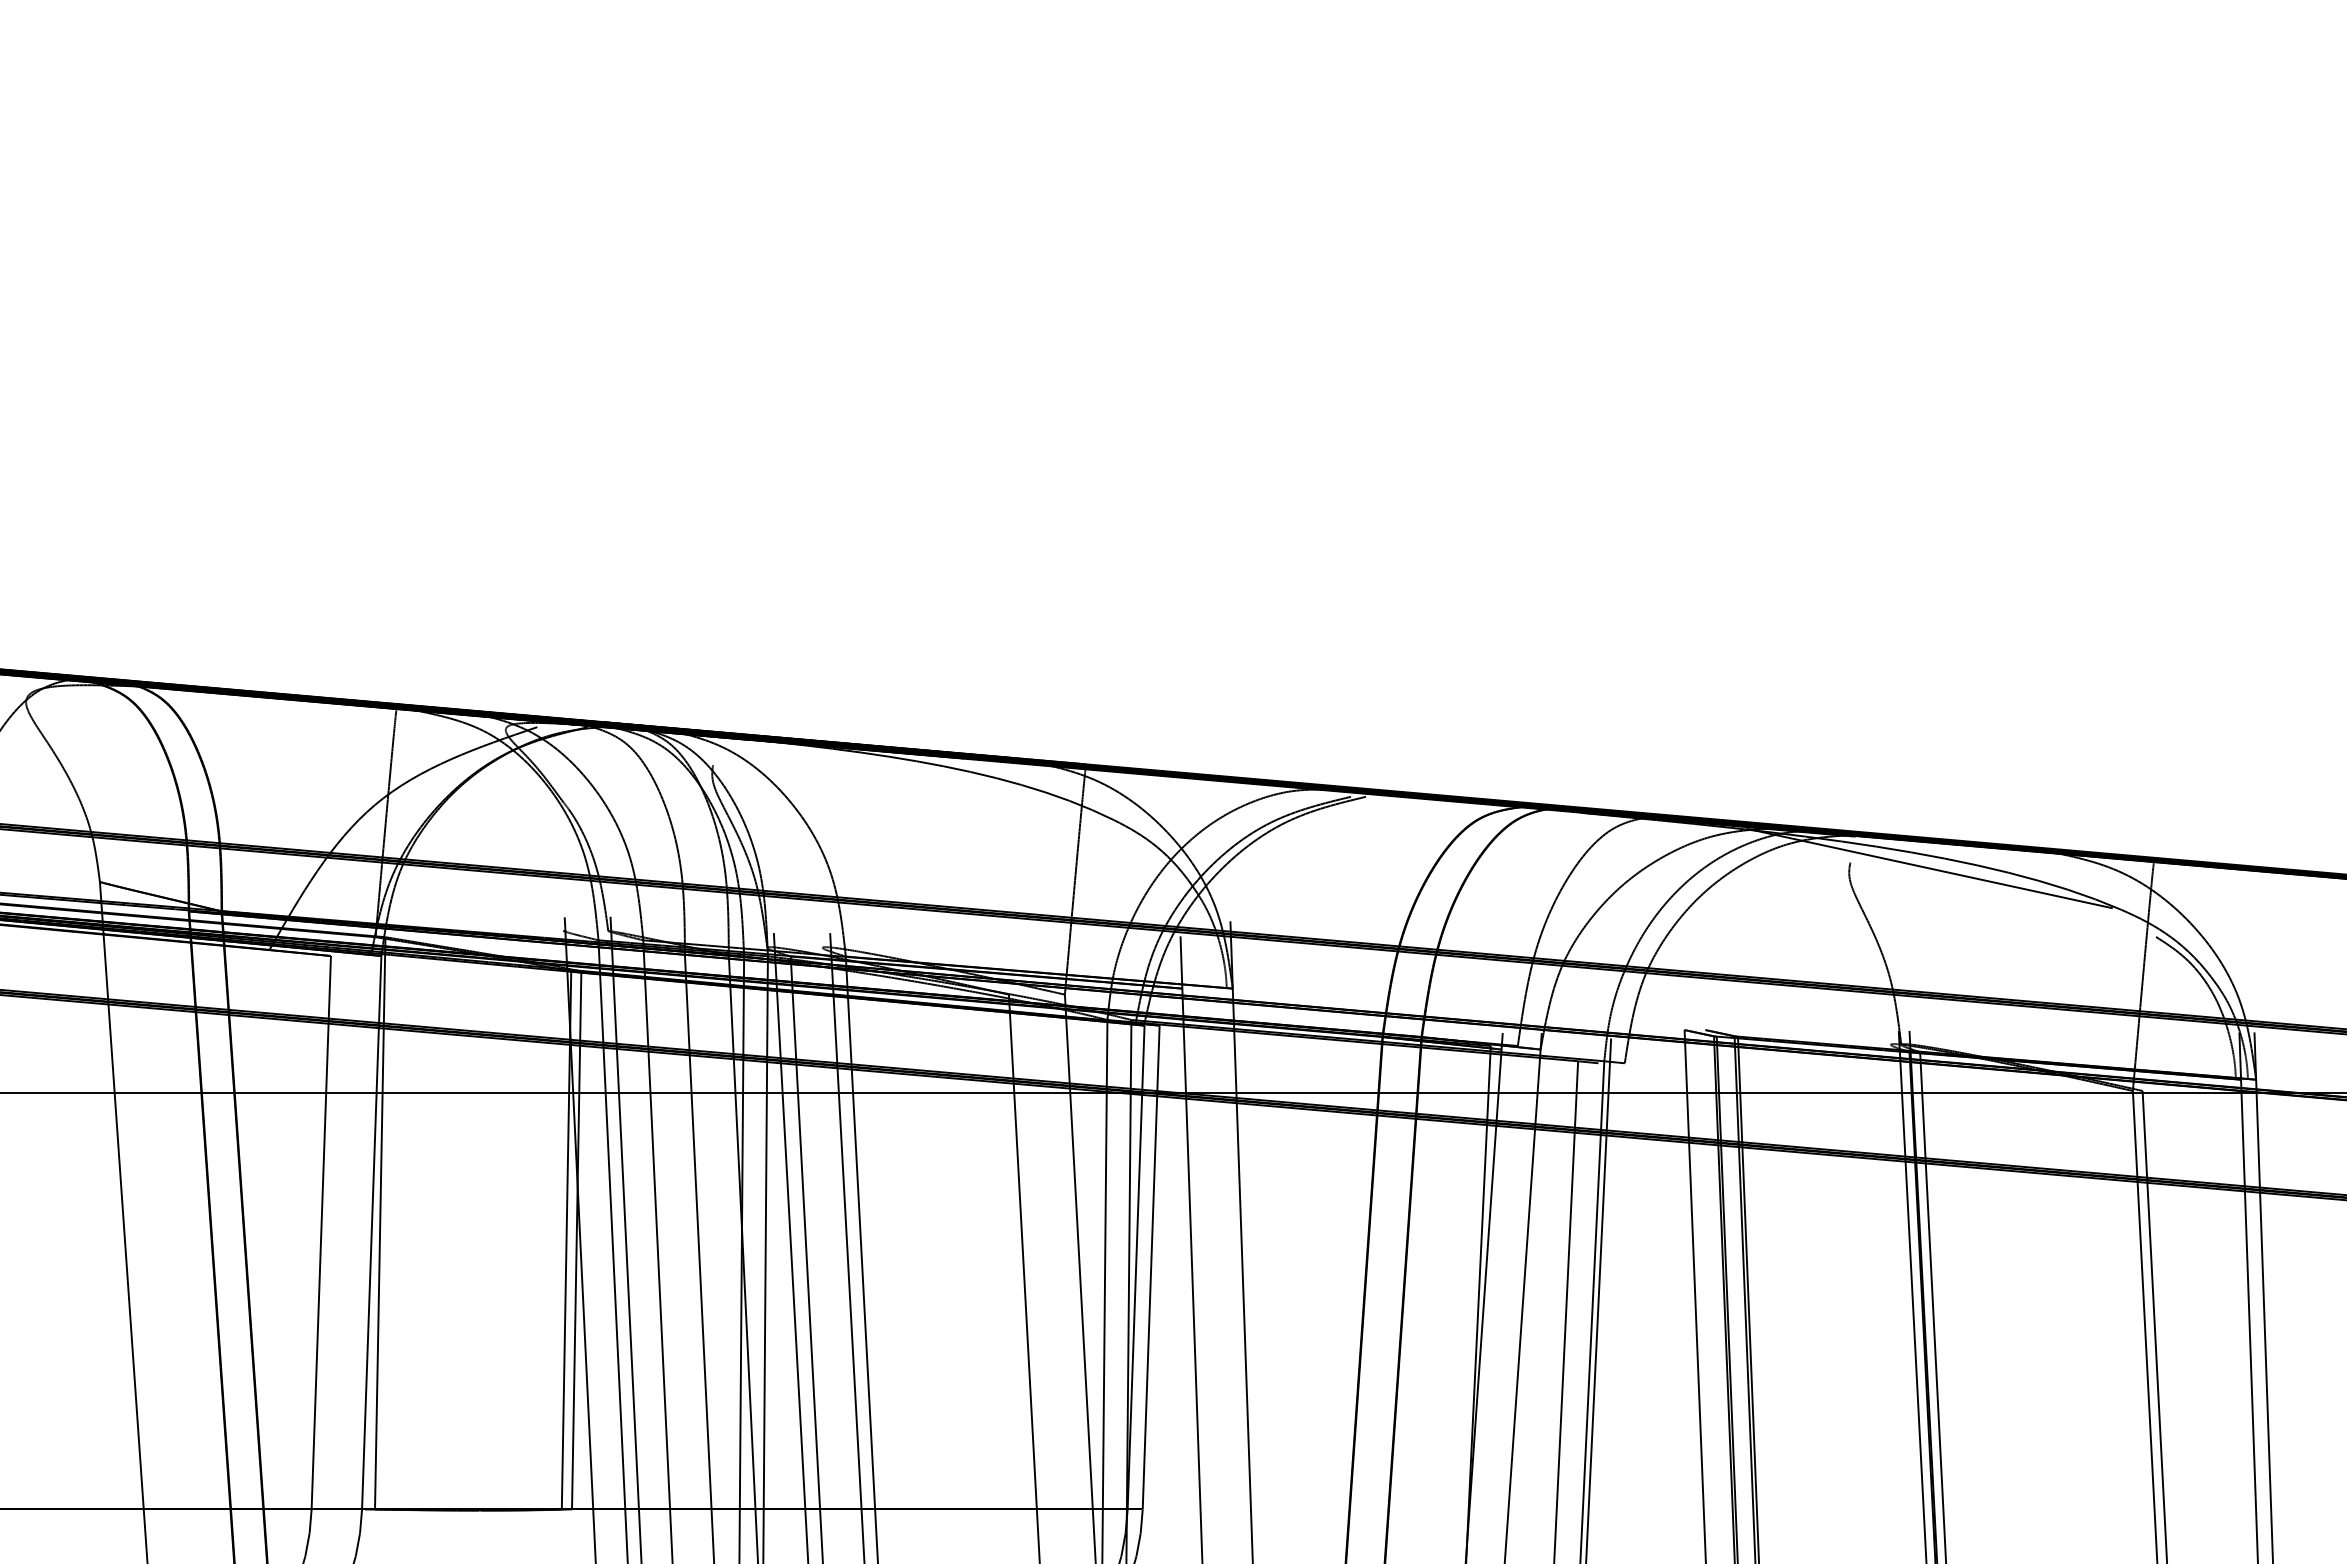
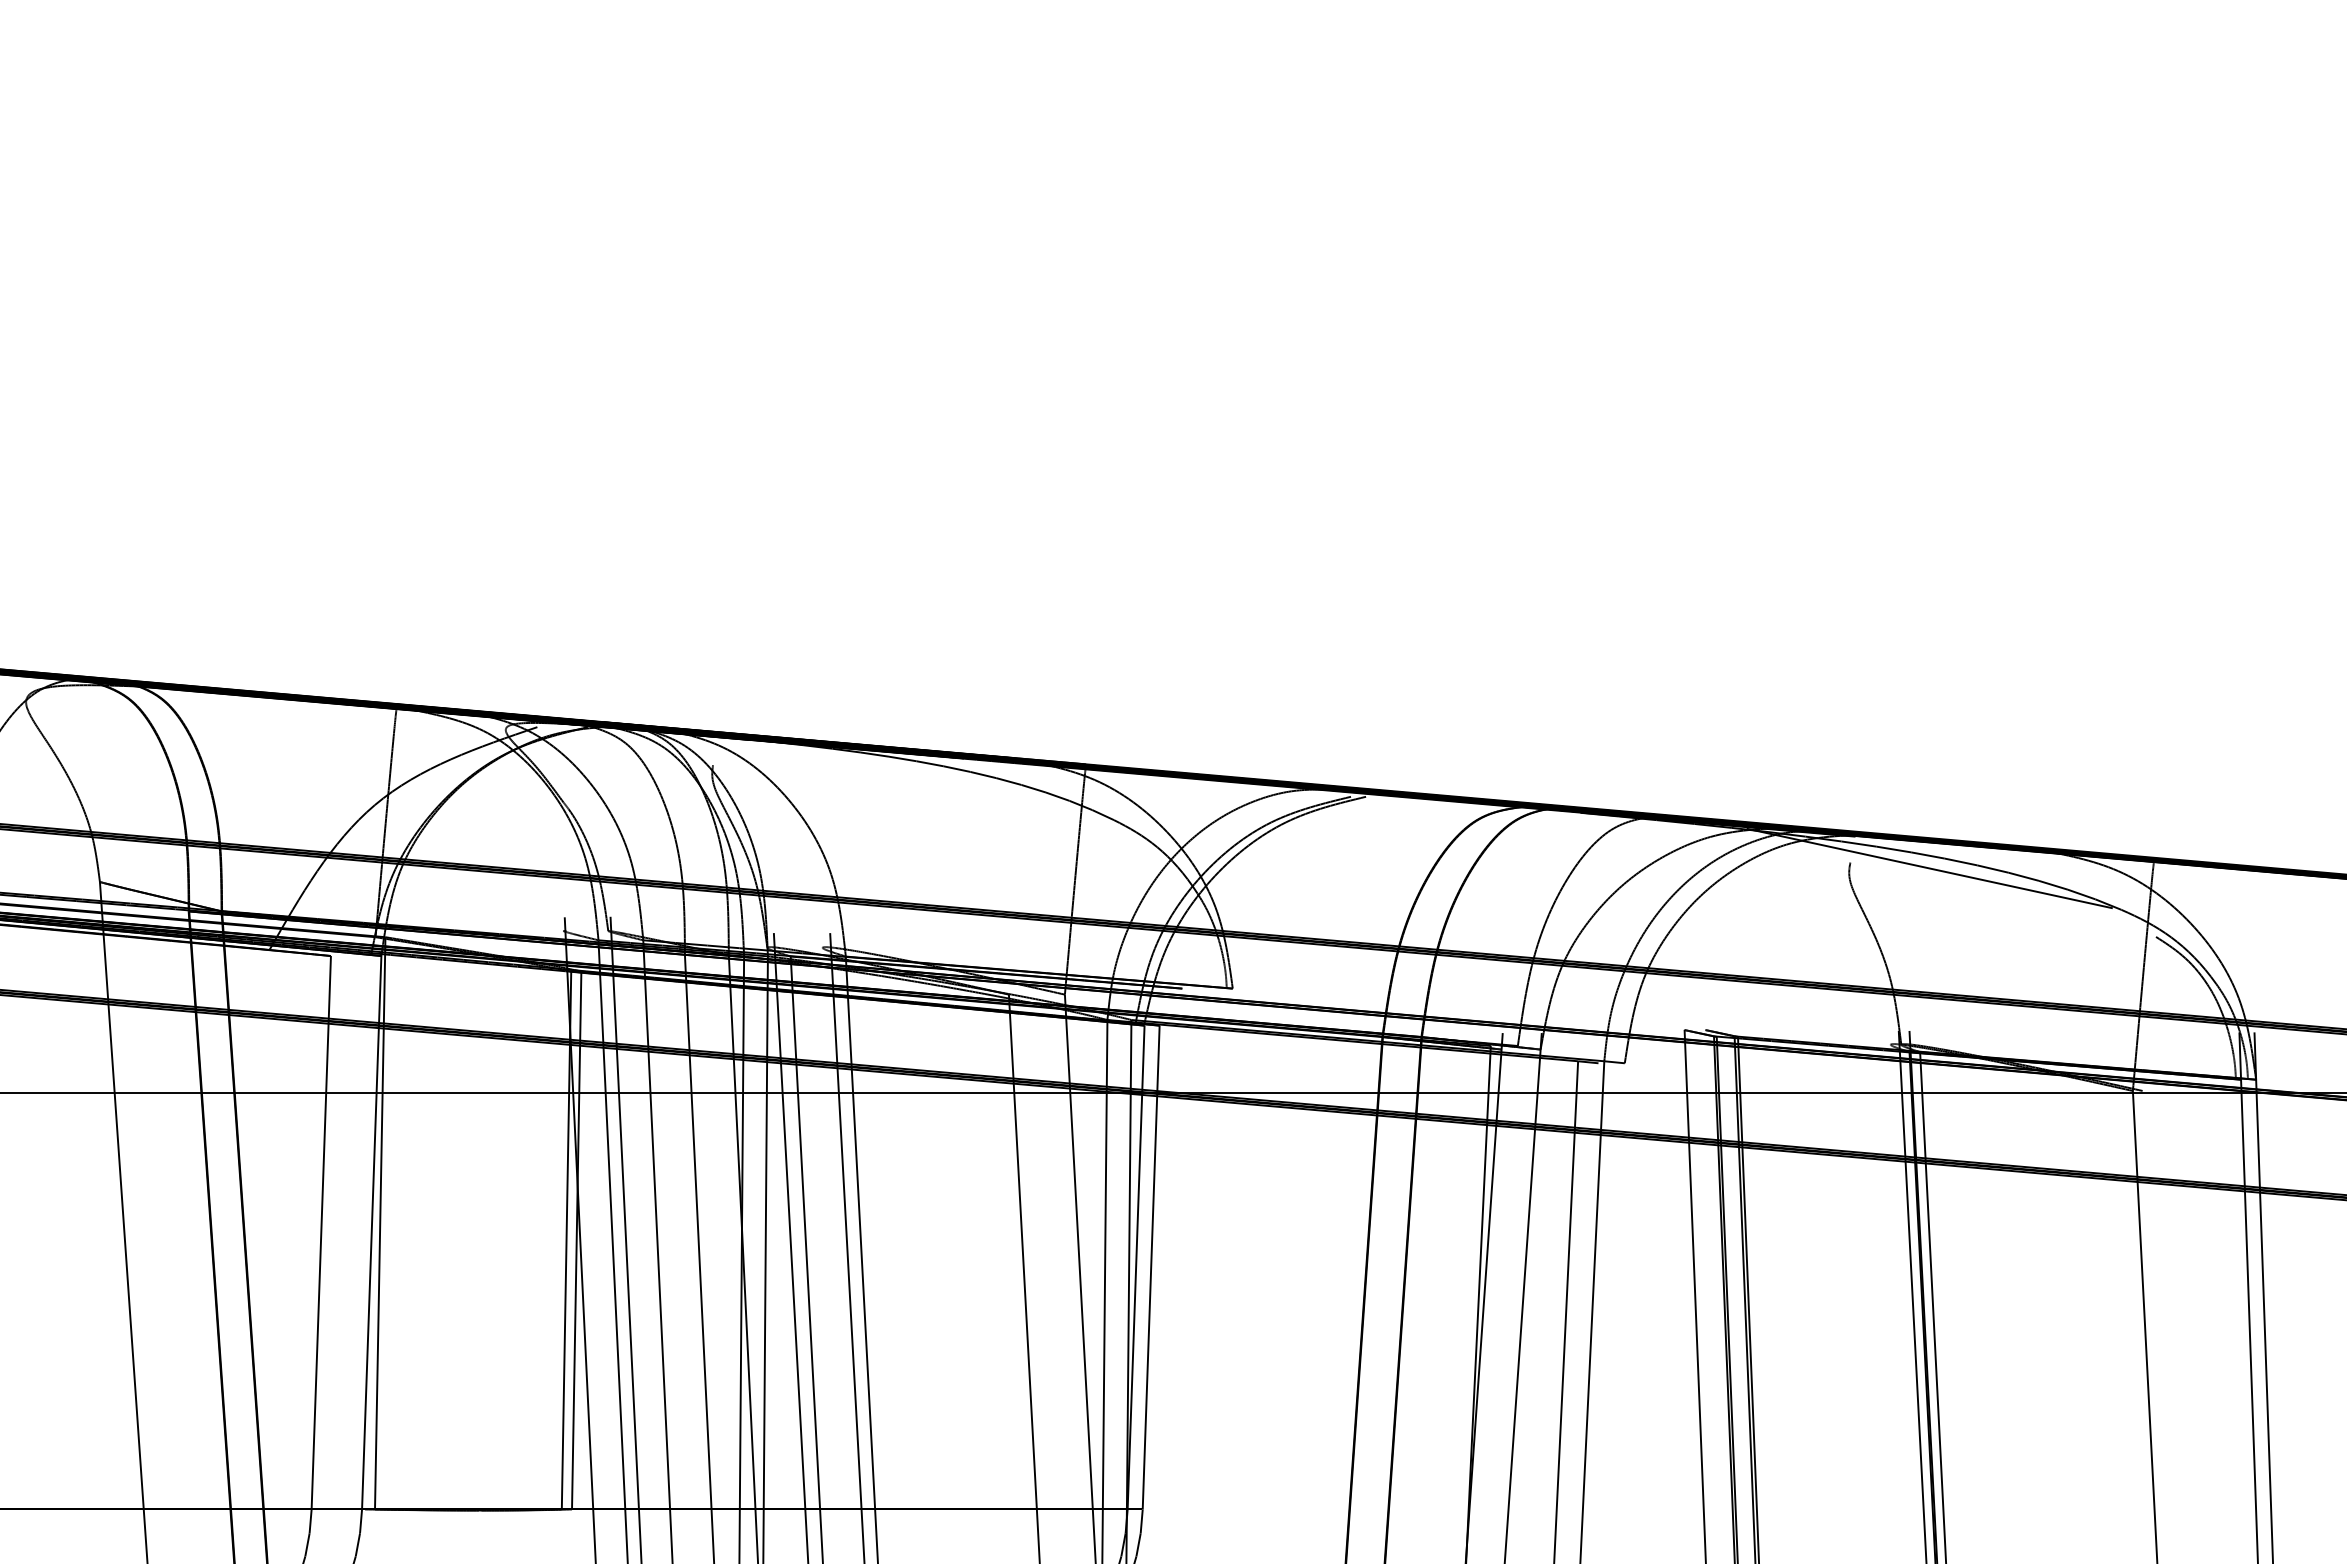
line at (1241, 1240): present -> none
line at (1191, 1248): present -> none
line at (1598, 1299): present -> none
line at (2154, 1325): present -> none
